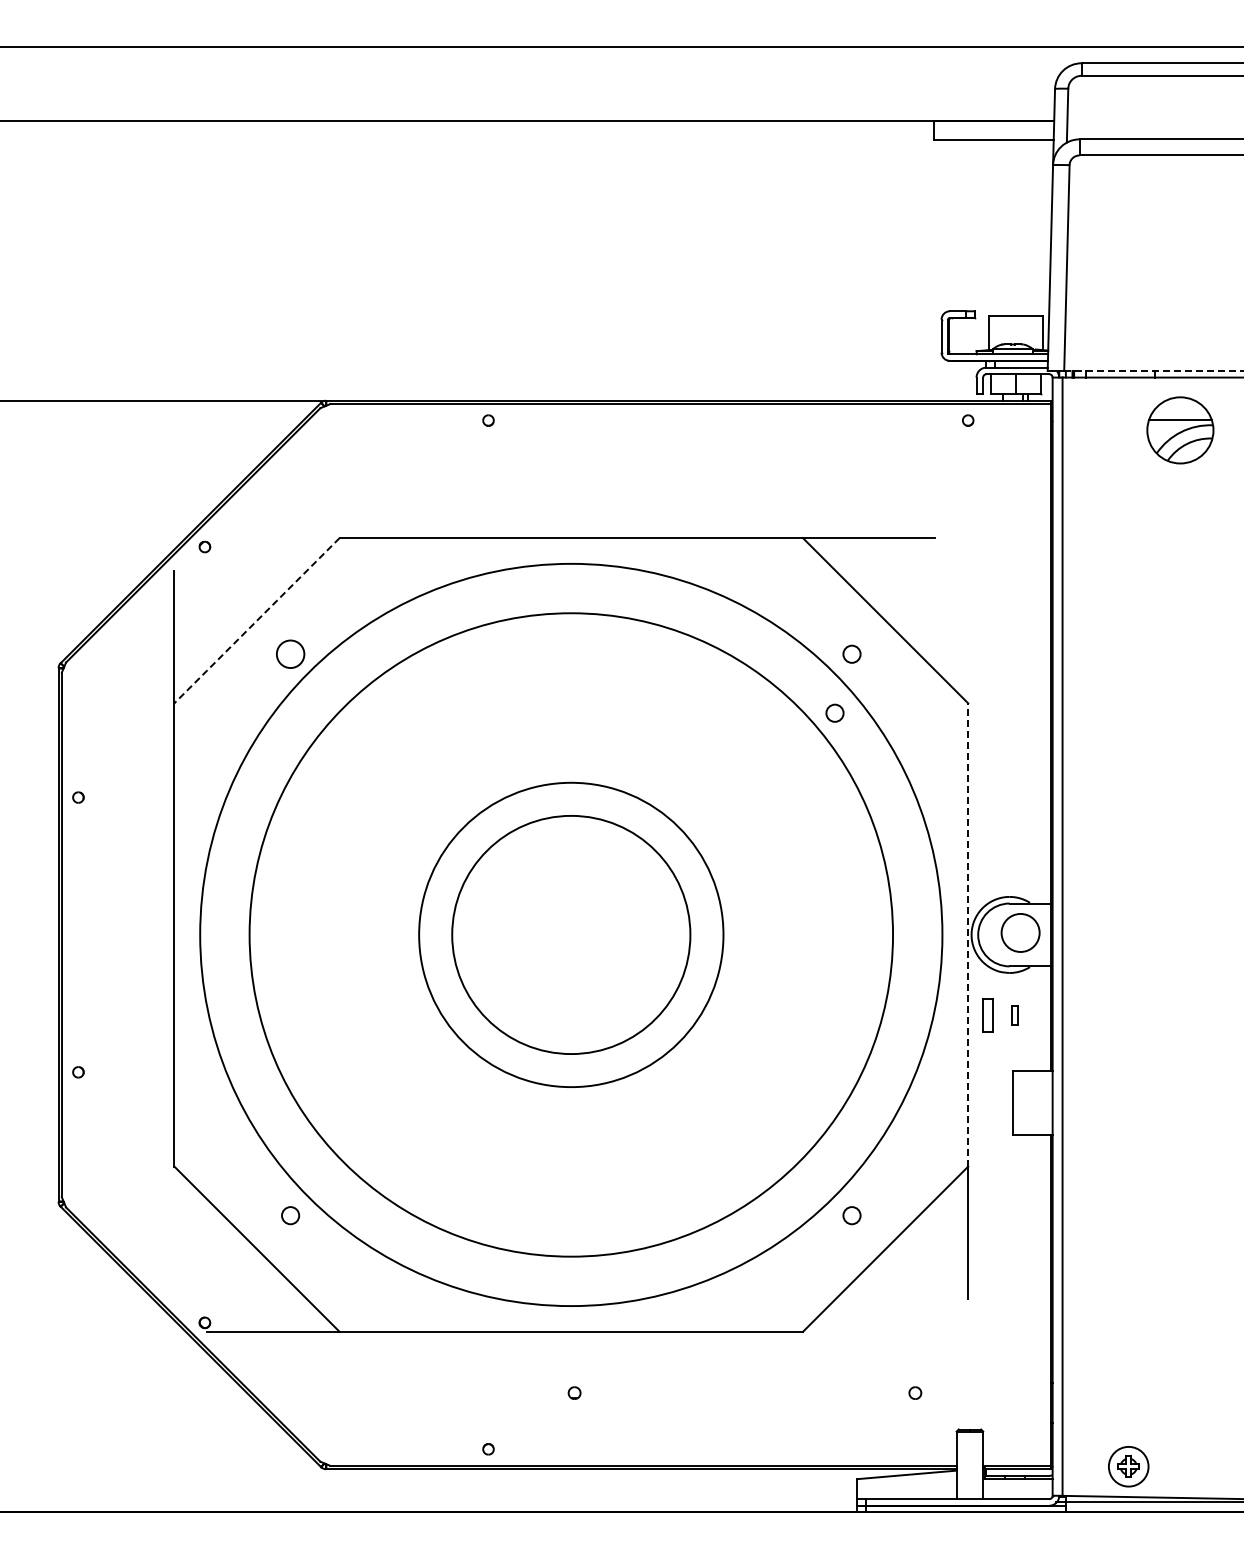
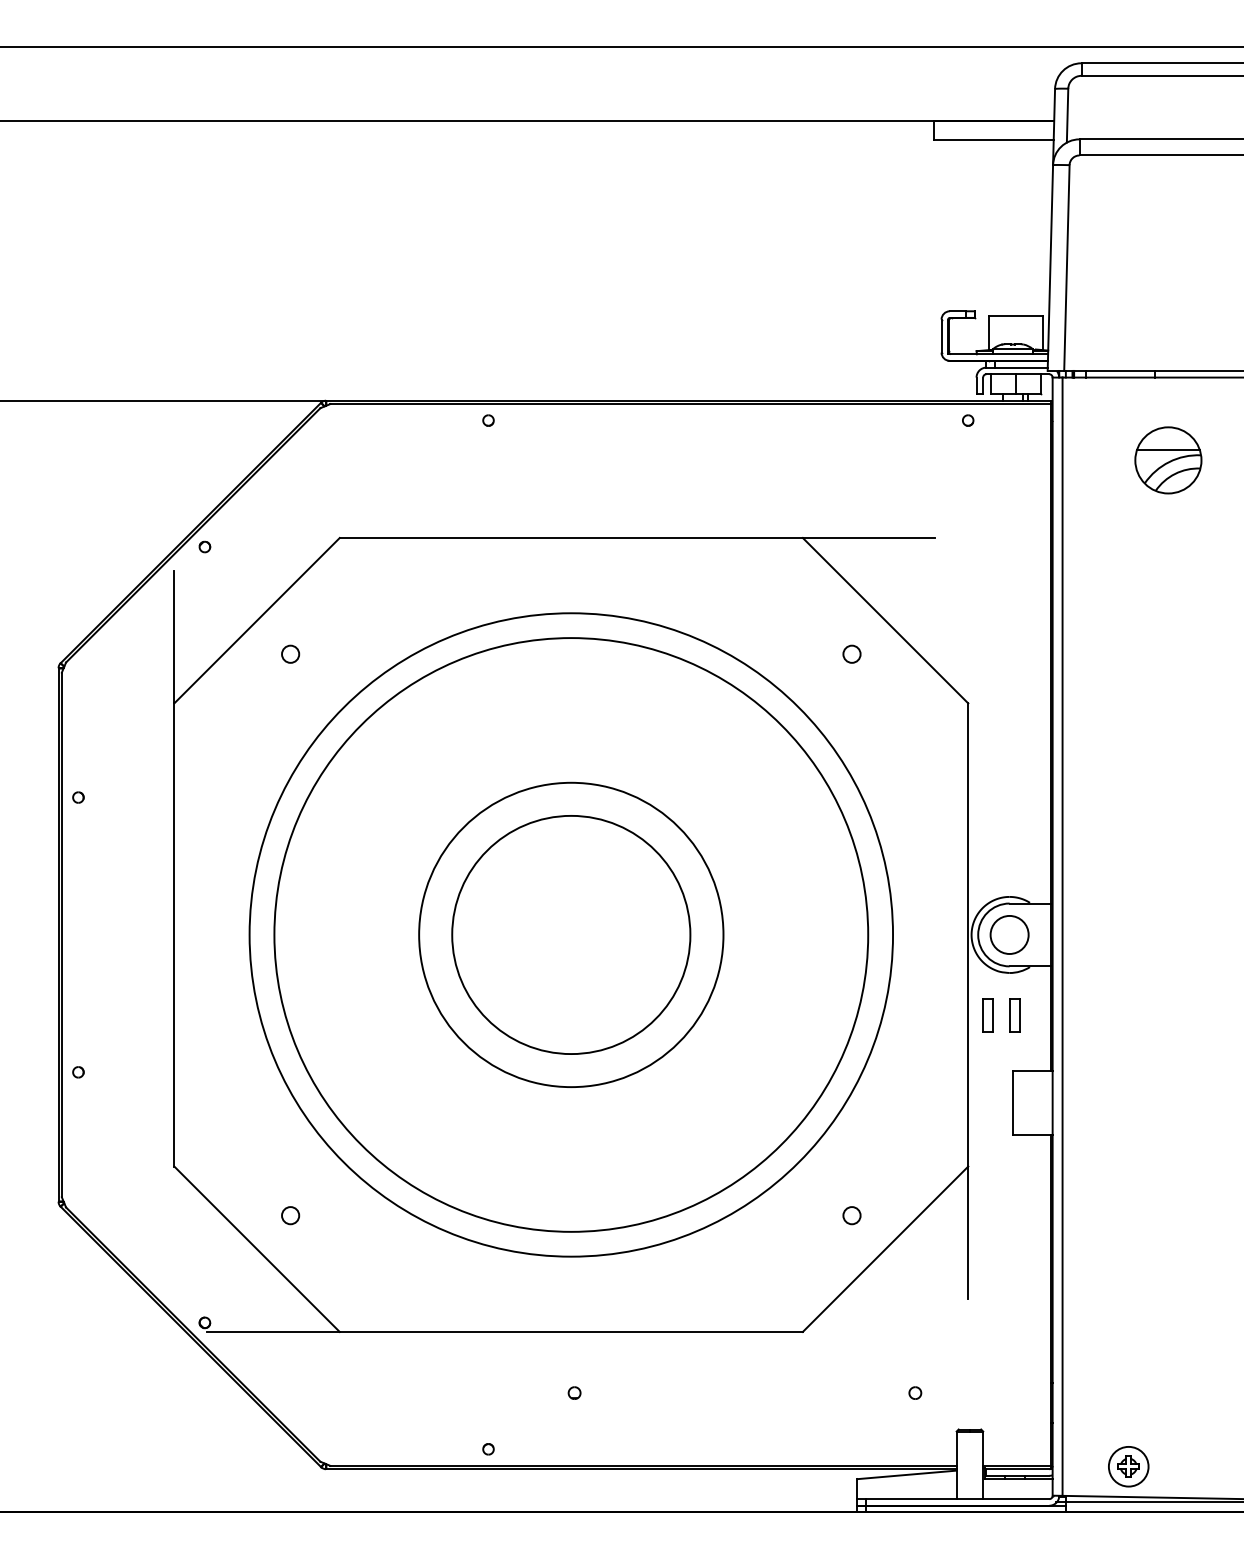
line at (1154, 370): dashed -> solid
part at (1180, 430) position: (1180, 430) -> (1168, 460)
line at (257, 620): dashed -> solid
circle at (290, 654) diameter: 28 px -> 17 px
circle at (834, 712): present -> none
circle at (1020, 932) position: (1020, 932) -> (1009, 934)
circle at (571, 934) diameter: 742 px -> 594 px
line at (968, 934): dashed -> solid
part at (1014, 1015) size: 8x21 px -> 12x35 px
